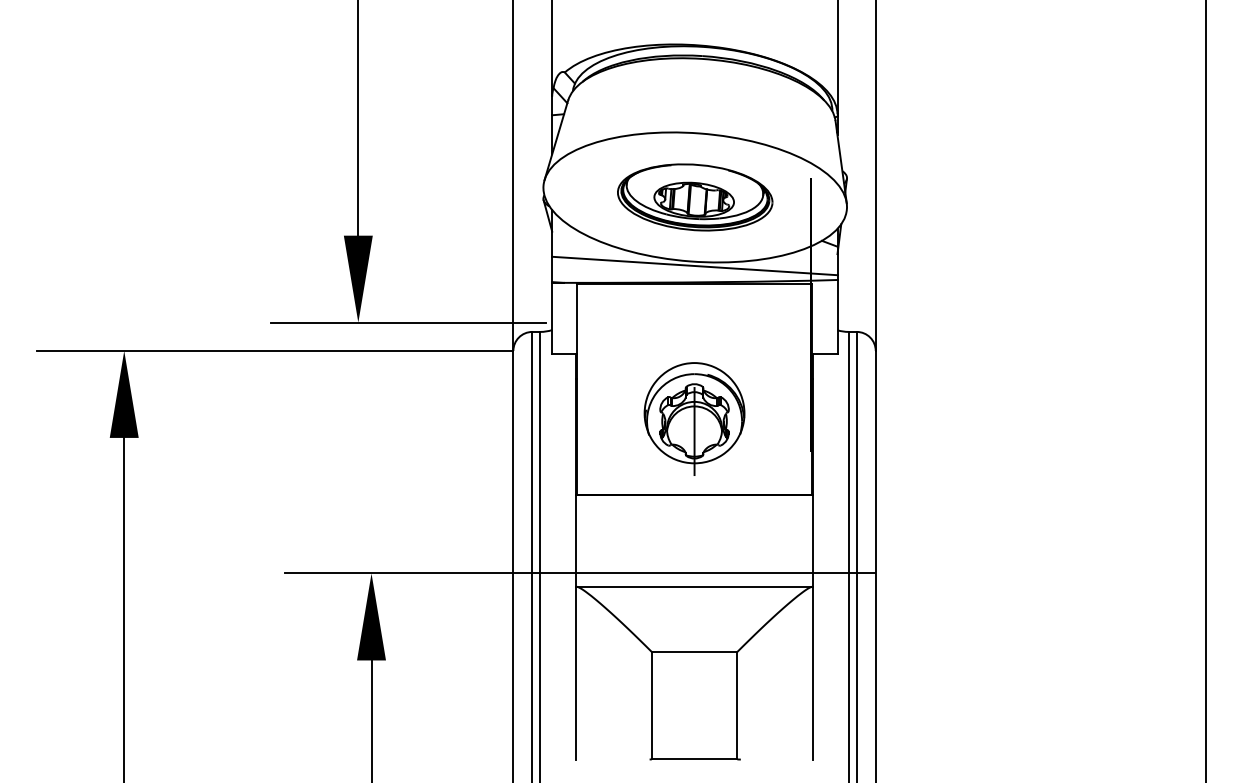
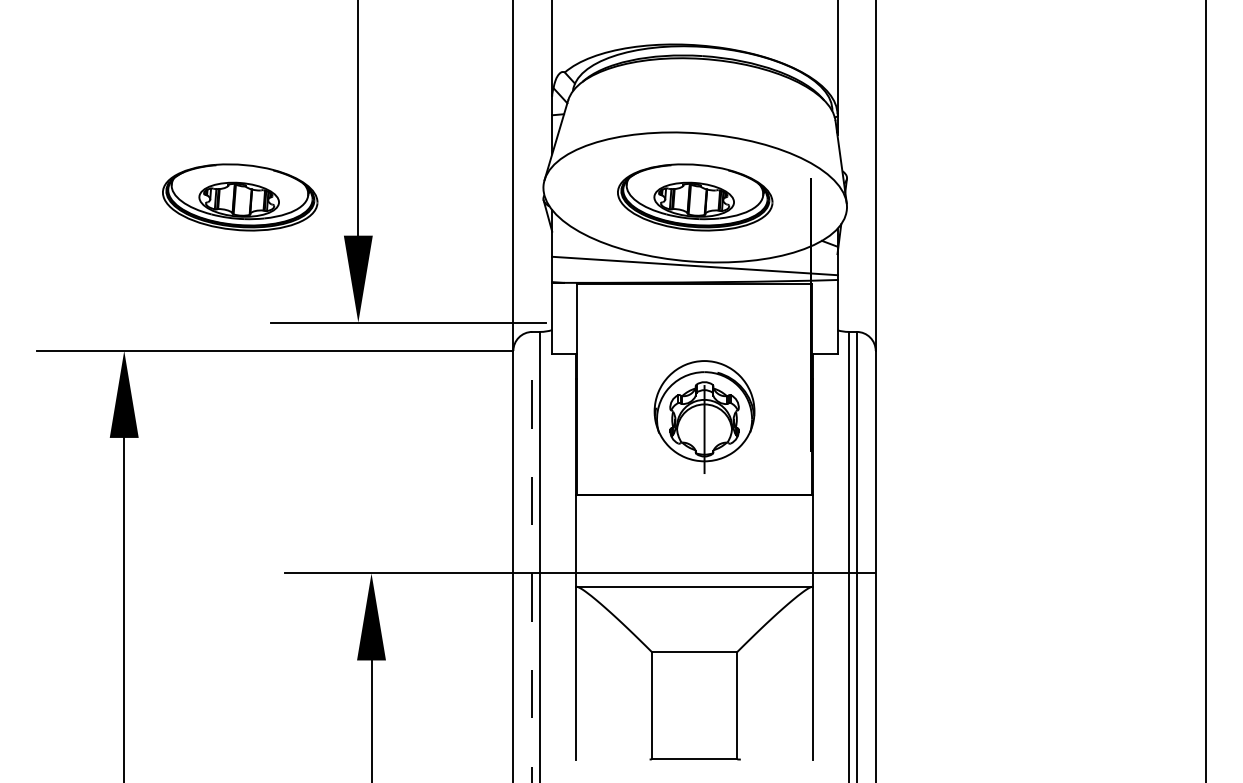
part at (240, 197): none -> present
part at (694, 418) position: (694, 418) -> (704, 416)
line at (532, 556): solid -> dashed
